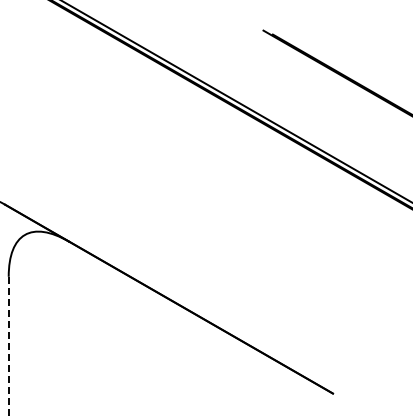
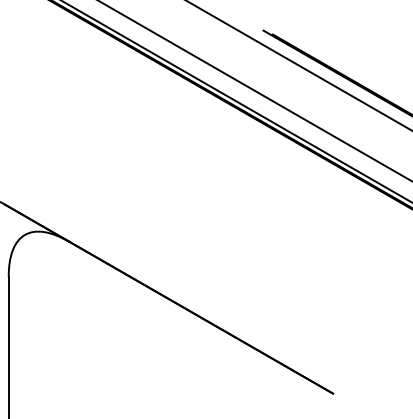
line at (298, 65): none -> present
line at (254, 90): none -> present
line at (8, 347): dashed -> solid
